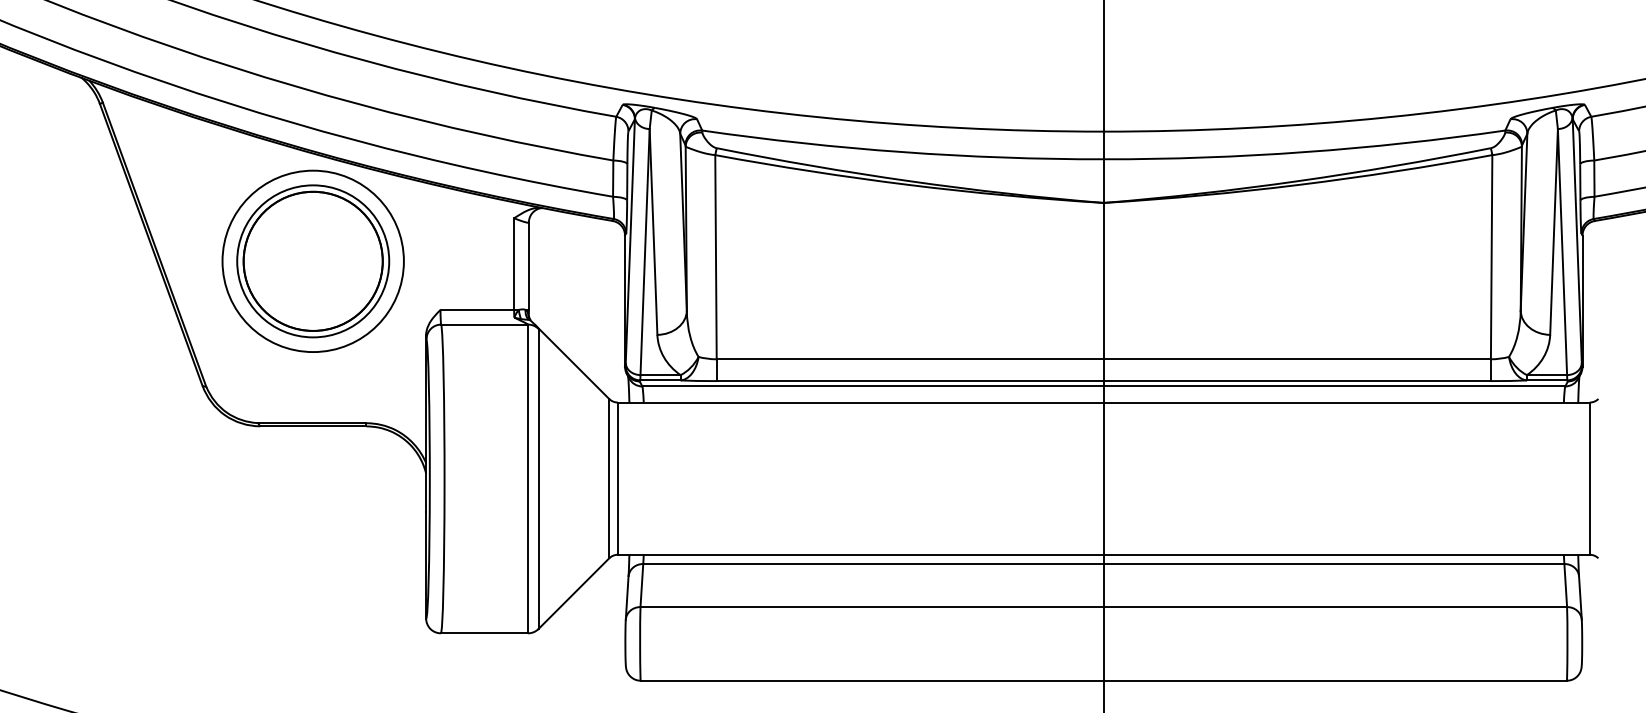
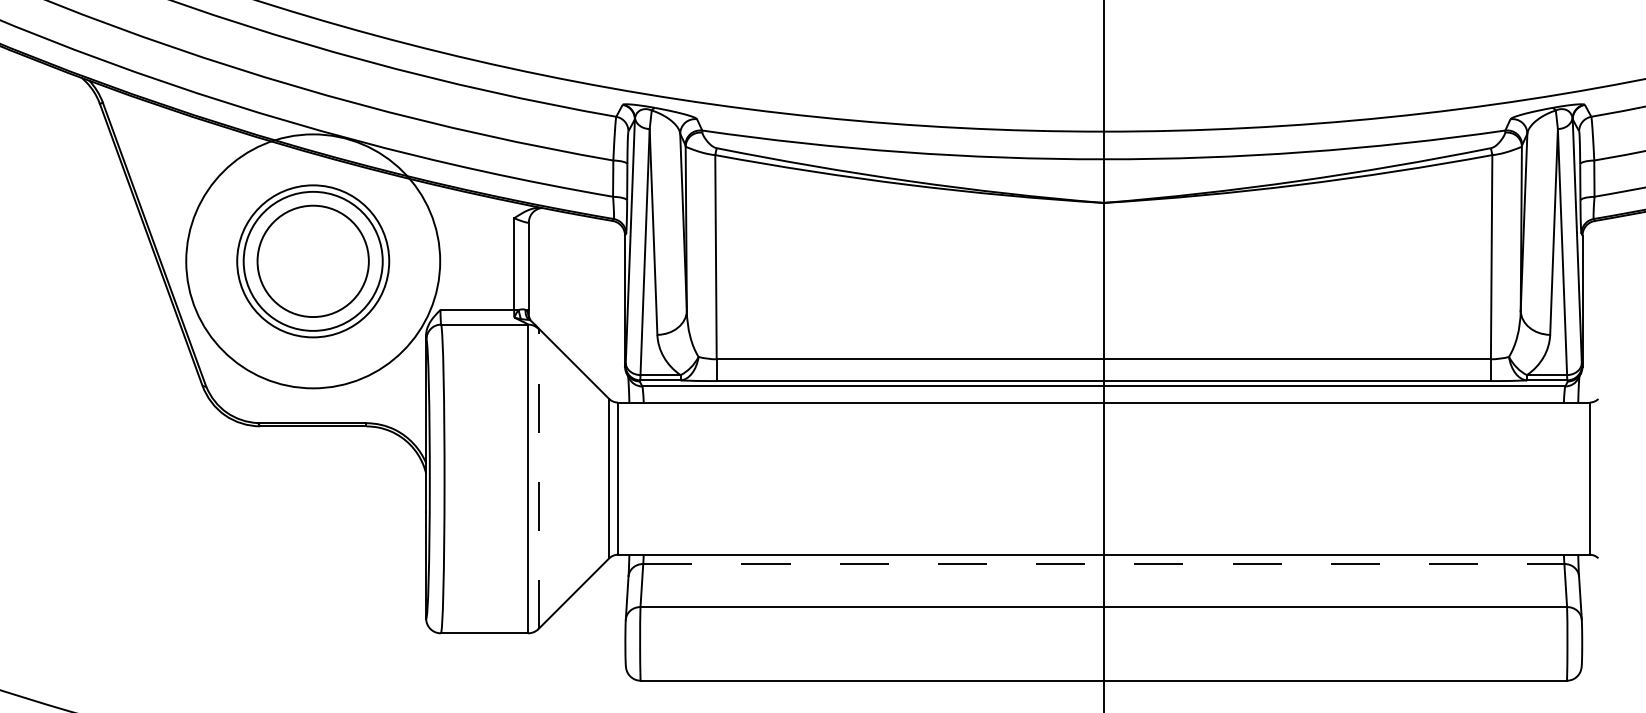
circle at (312, 260) diameter: 139 px -> 111 px
circle at (312, 261) diameter: 181 px -> 254 px
line at (538, 478): solid -> dashed
line at (1103, 563): solid -> dashed
